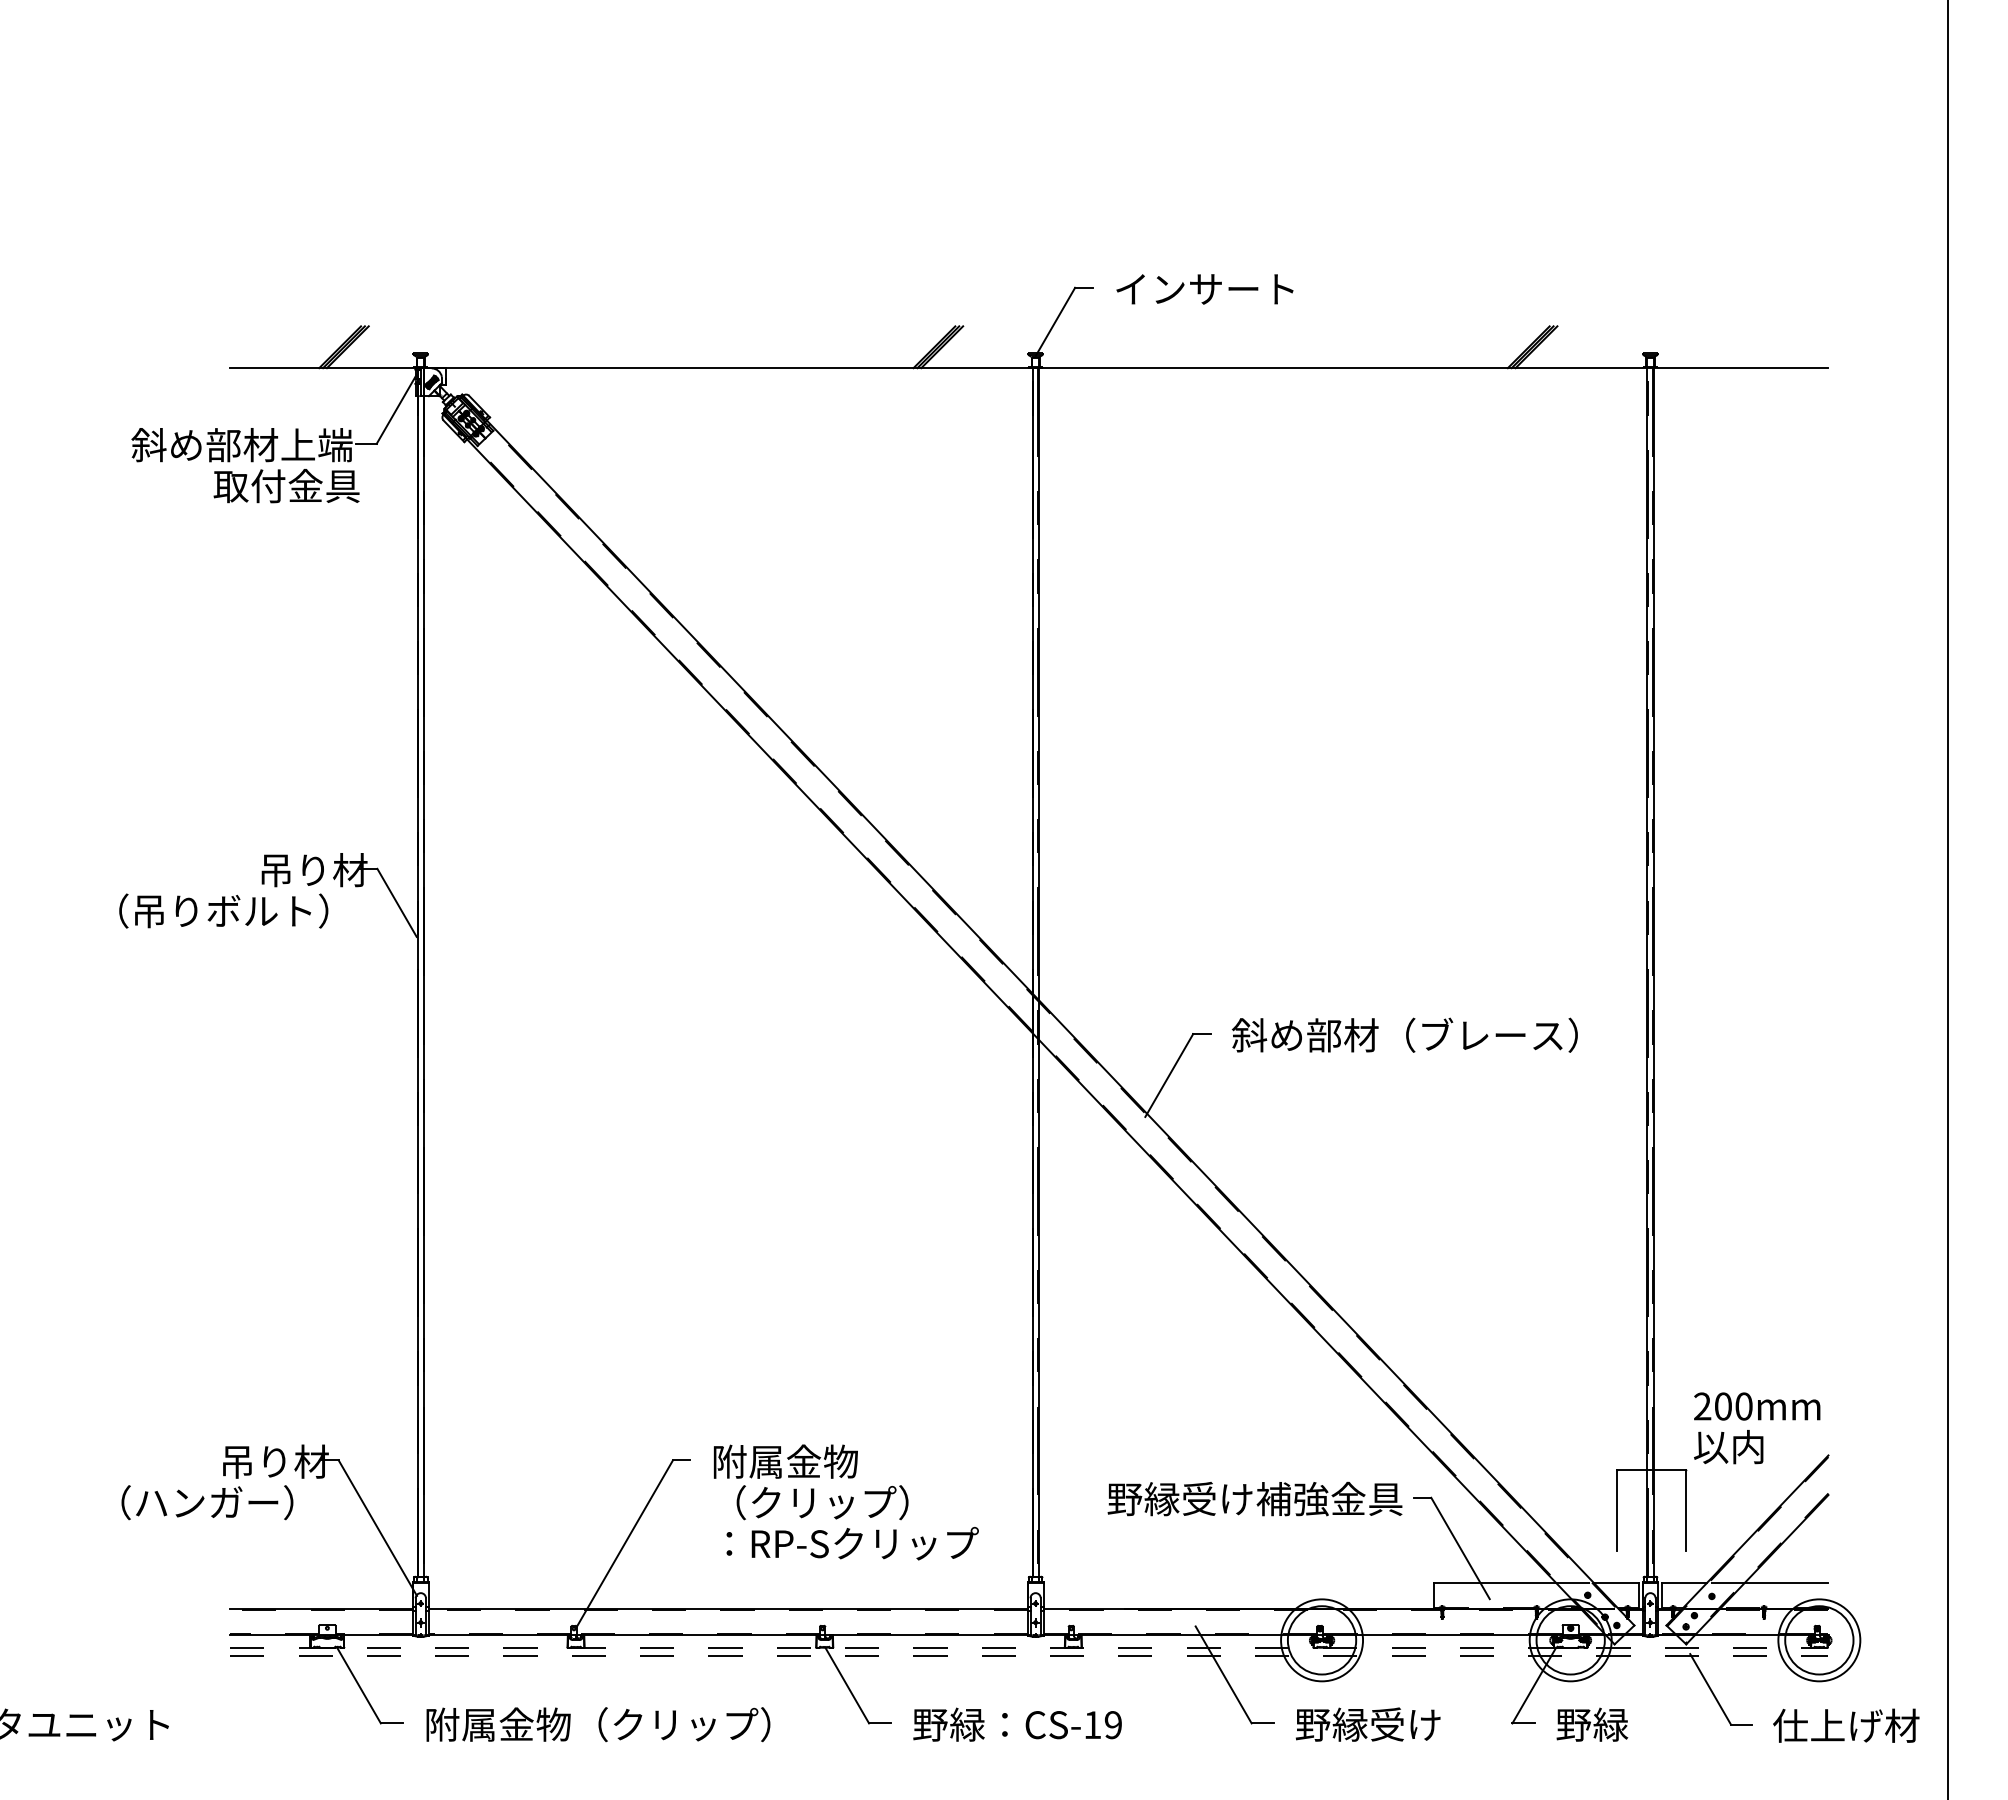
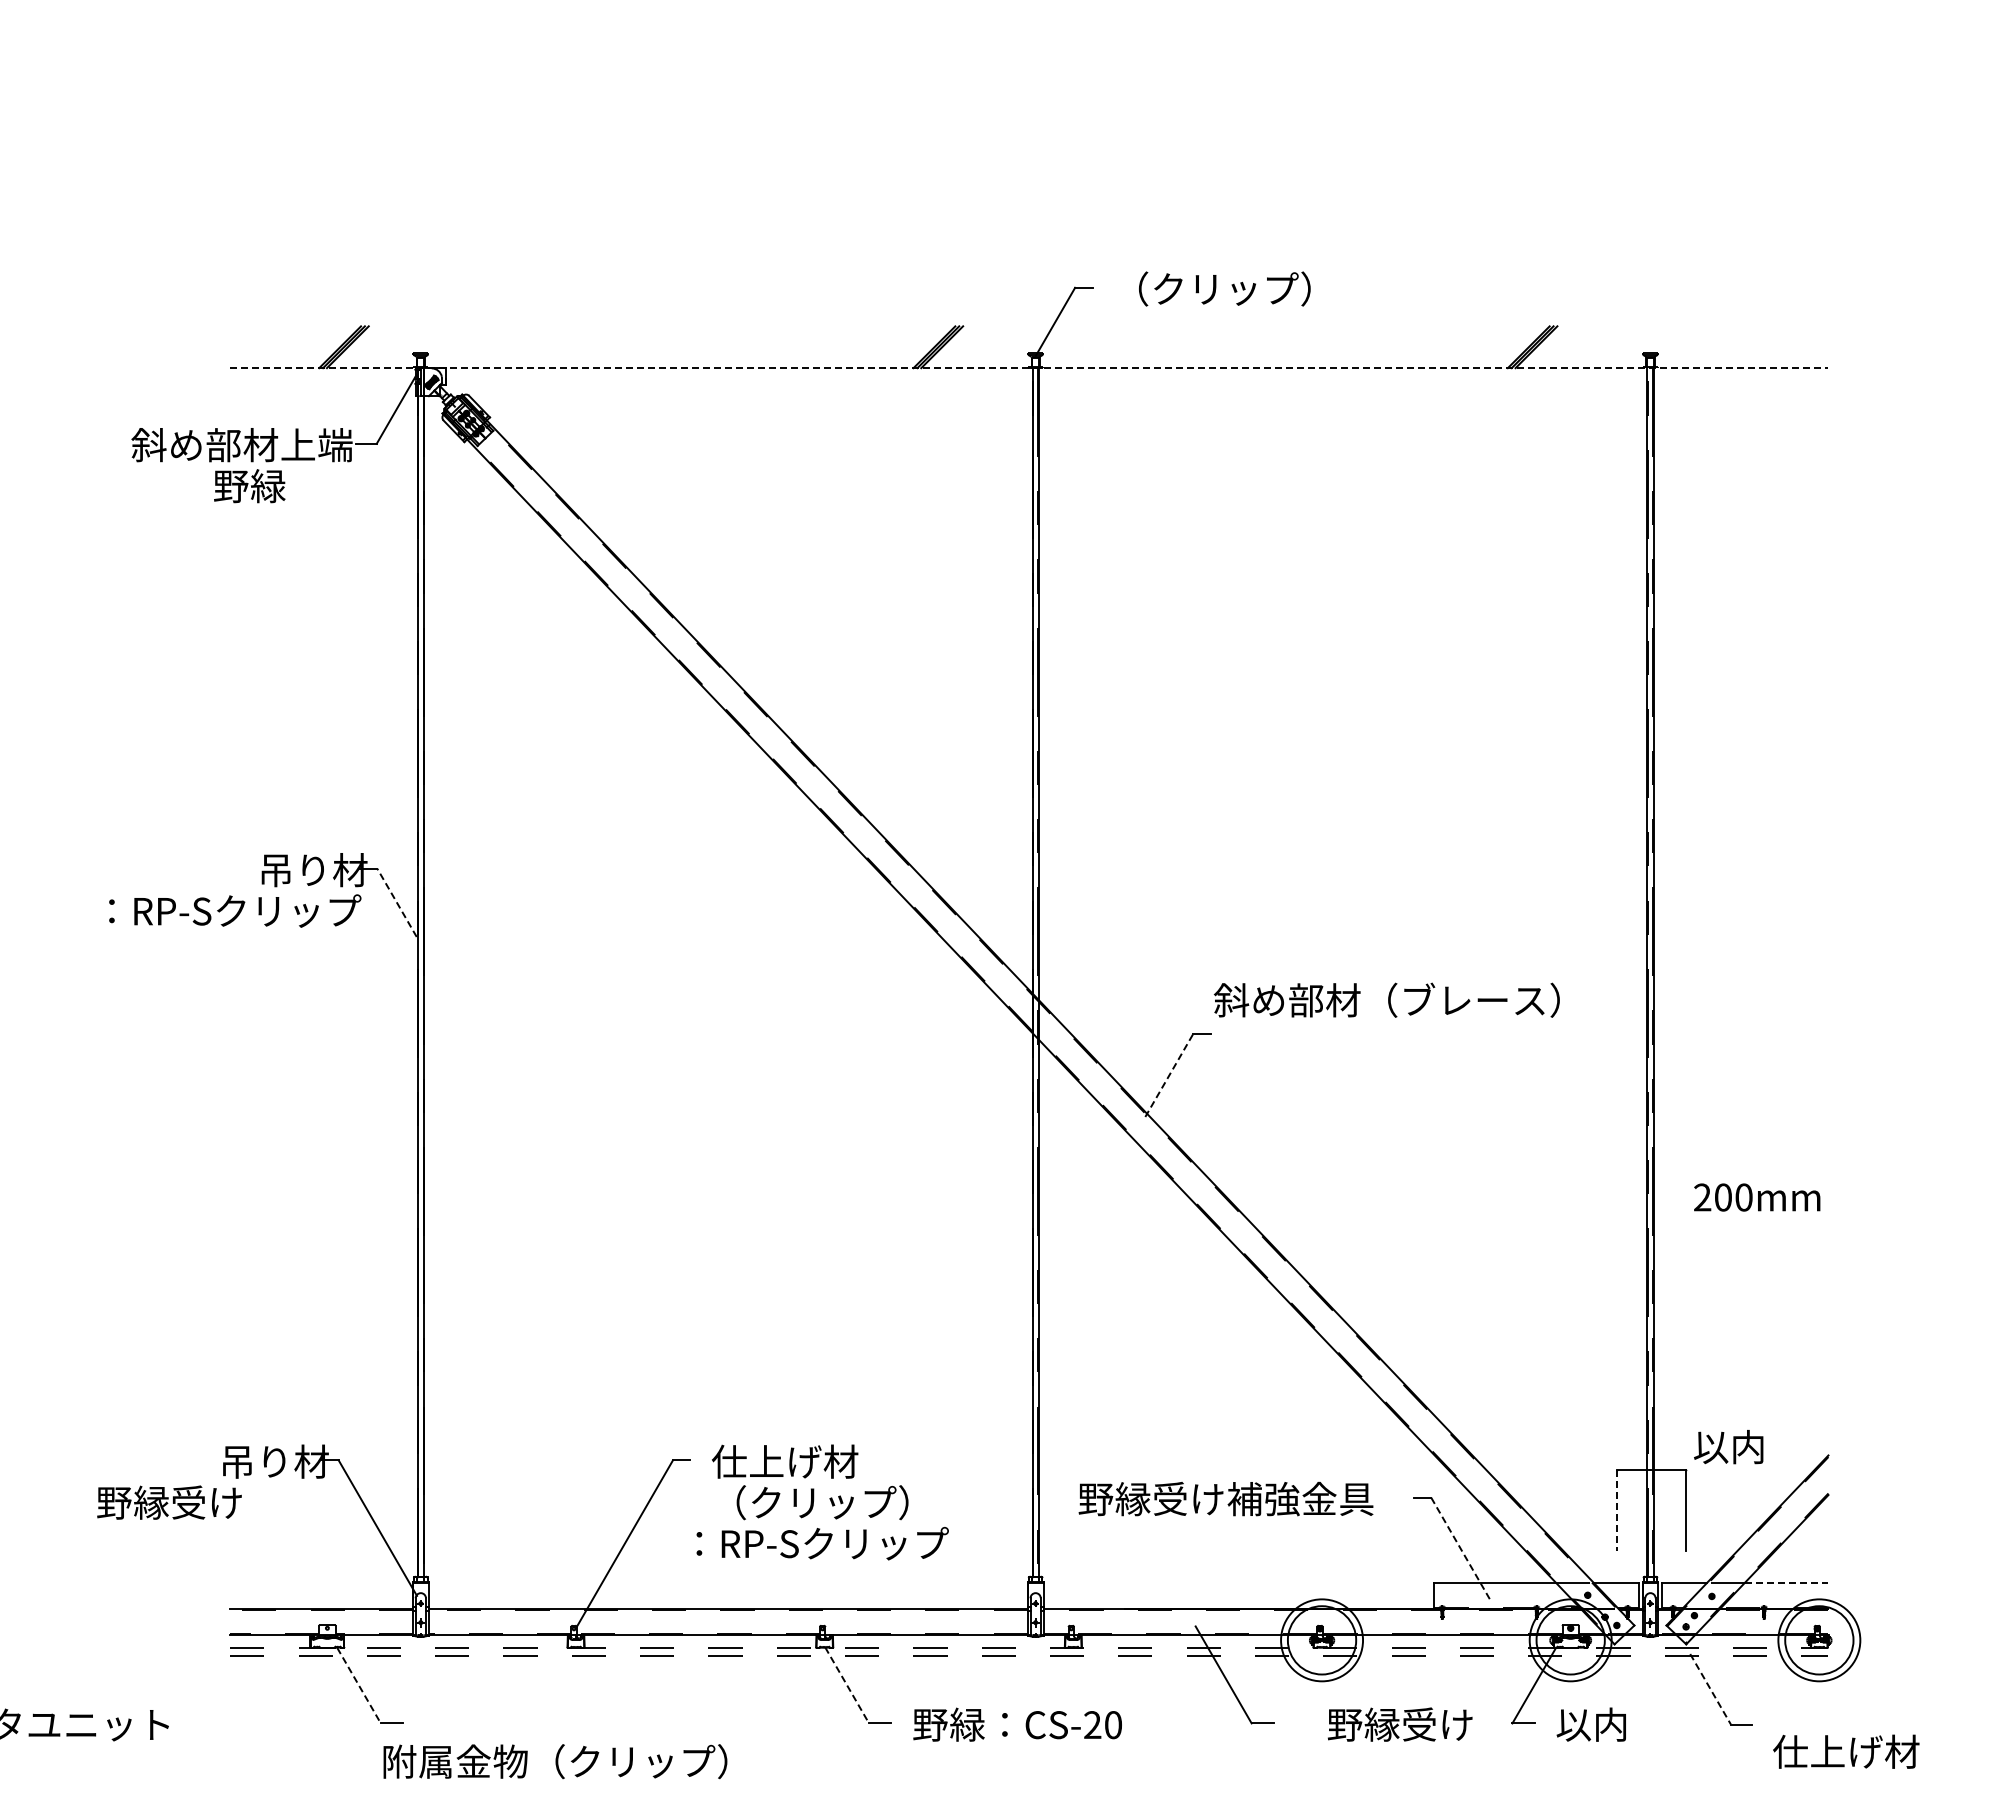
text at (1213, 288): インサート -> （クリップ）
line at (1029, 368): solid -> dashed
text at (286, 485): 取付金具 -> 野緑
line at (1947, 899): present -> none
line at (396, 902): solid -> dashed
text at (235, 910): （吊りボルト） -> ：RP-Sクリップ
text at (1404, 1034) position: (1404, 1034) -> (1386, 999)
line at (1169, 1075): solid -> dashed
text at (1757, 1406) position: (1757, 1406) -> (1757, 1197)
text at (784, 1461): 附属金物 -> 仕上げ材
text at (1254, 1498) position: (1254, 1498) -> (1225, 1498)
text at (195, 1502): （ハンガー） -> 野縁受け
line at (1616, 1510): solid -> dashed
text at (852, 1543) position: (852, 1543) -> (822, 1543)
line at (1460, 1548): solid -> dashed
line at (1786, 1583): solid -> dashed
line at (359, 1685): solid -> dashed
line at (847, 1685): solid -> dashed
line at (1710, 1689): solid -> dashed
text at (598, 1724) position: (598, 1724) -> (555, 1761)
text at (1367, 1724) position: (1367, 1724) -> (1399, 1724)
text at (1592, 1724): 野緑 -> 以内
text at (1102, 1725): CS-19 -> CS-20
text at (1846, 1725) position: (1846, 1725) -> (1846, 1751)
